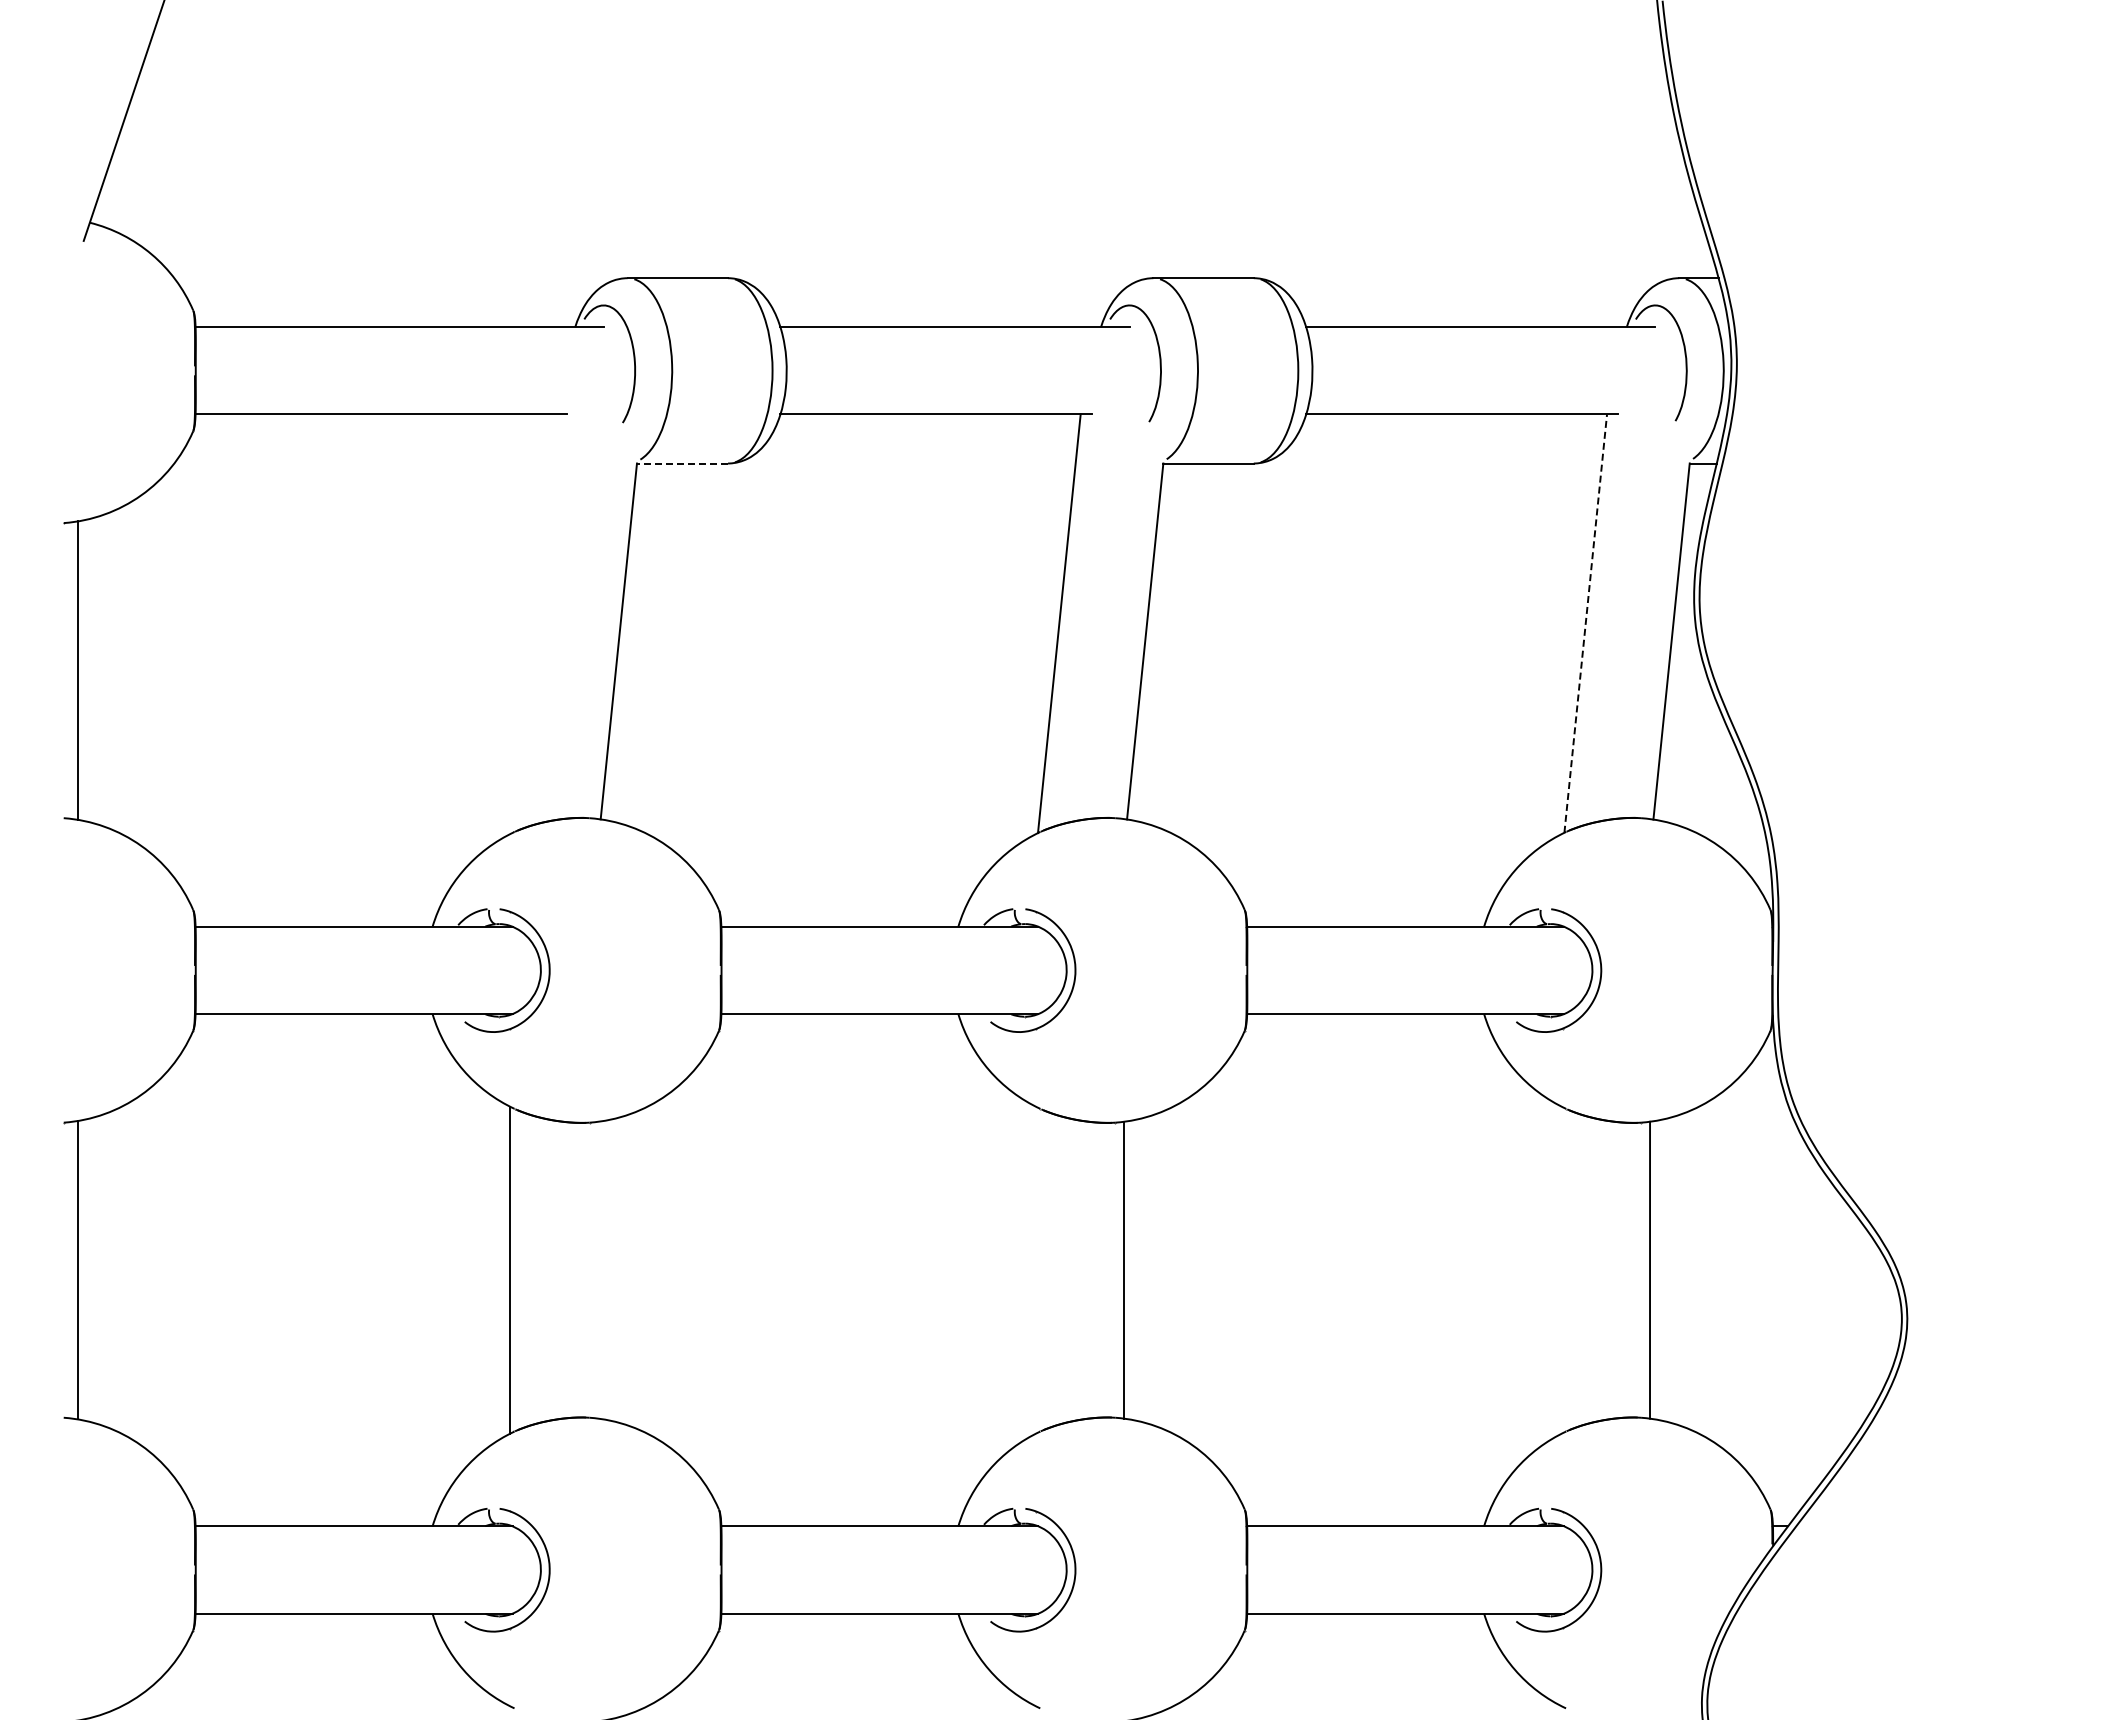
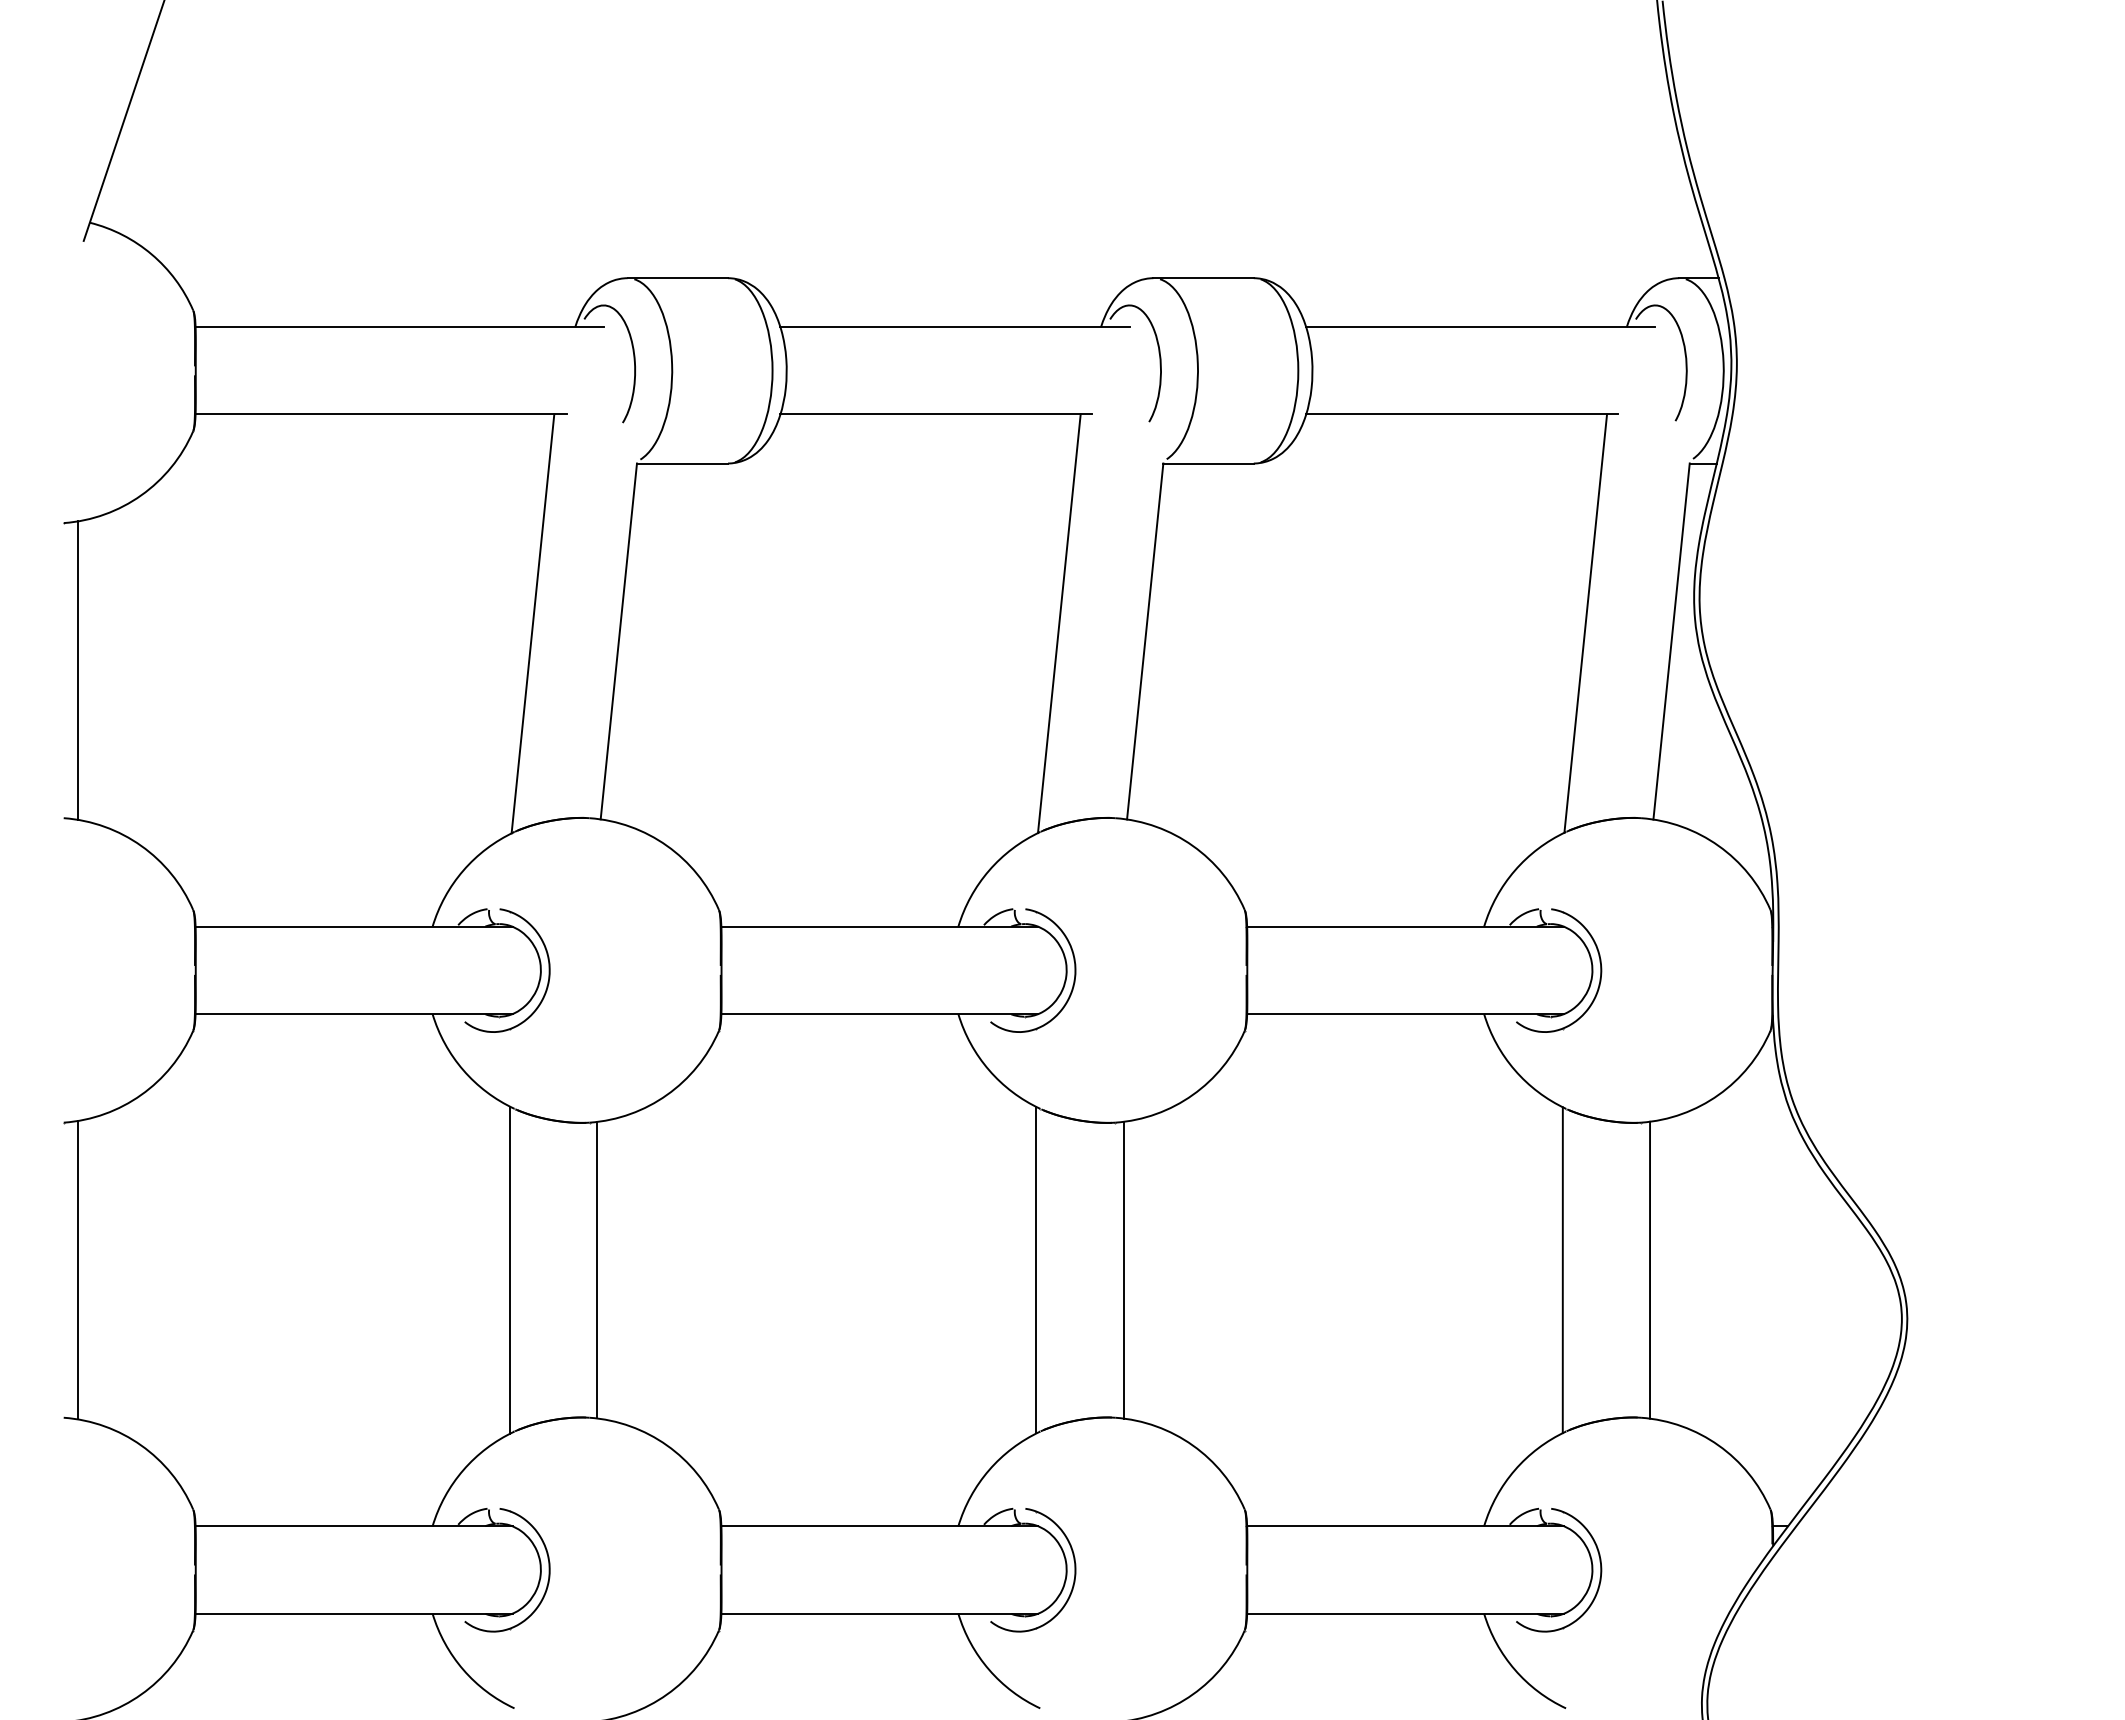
line at (682, 463): dashed -> solid
line at (532, 623): none -> present
line at (1585, 623): dashed -> solid
line at (597, 1269): none -> present
line at (1036, 1269): none -> present
line at (1562, 1270): none -> present
